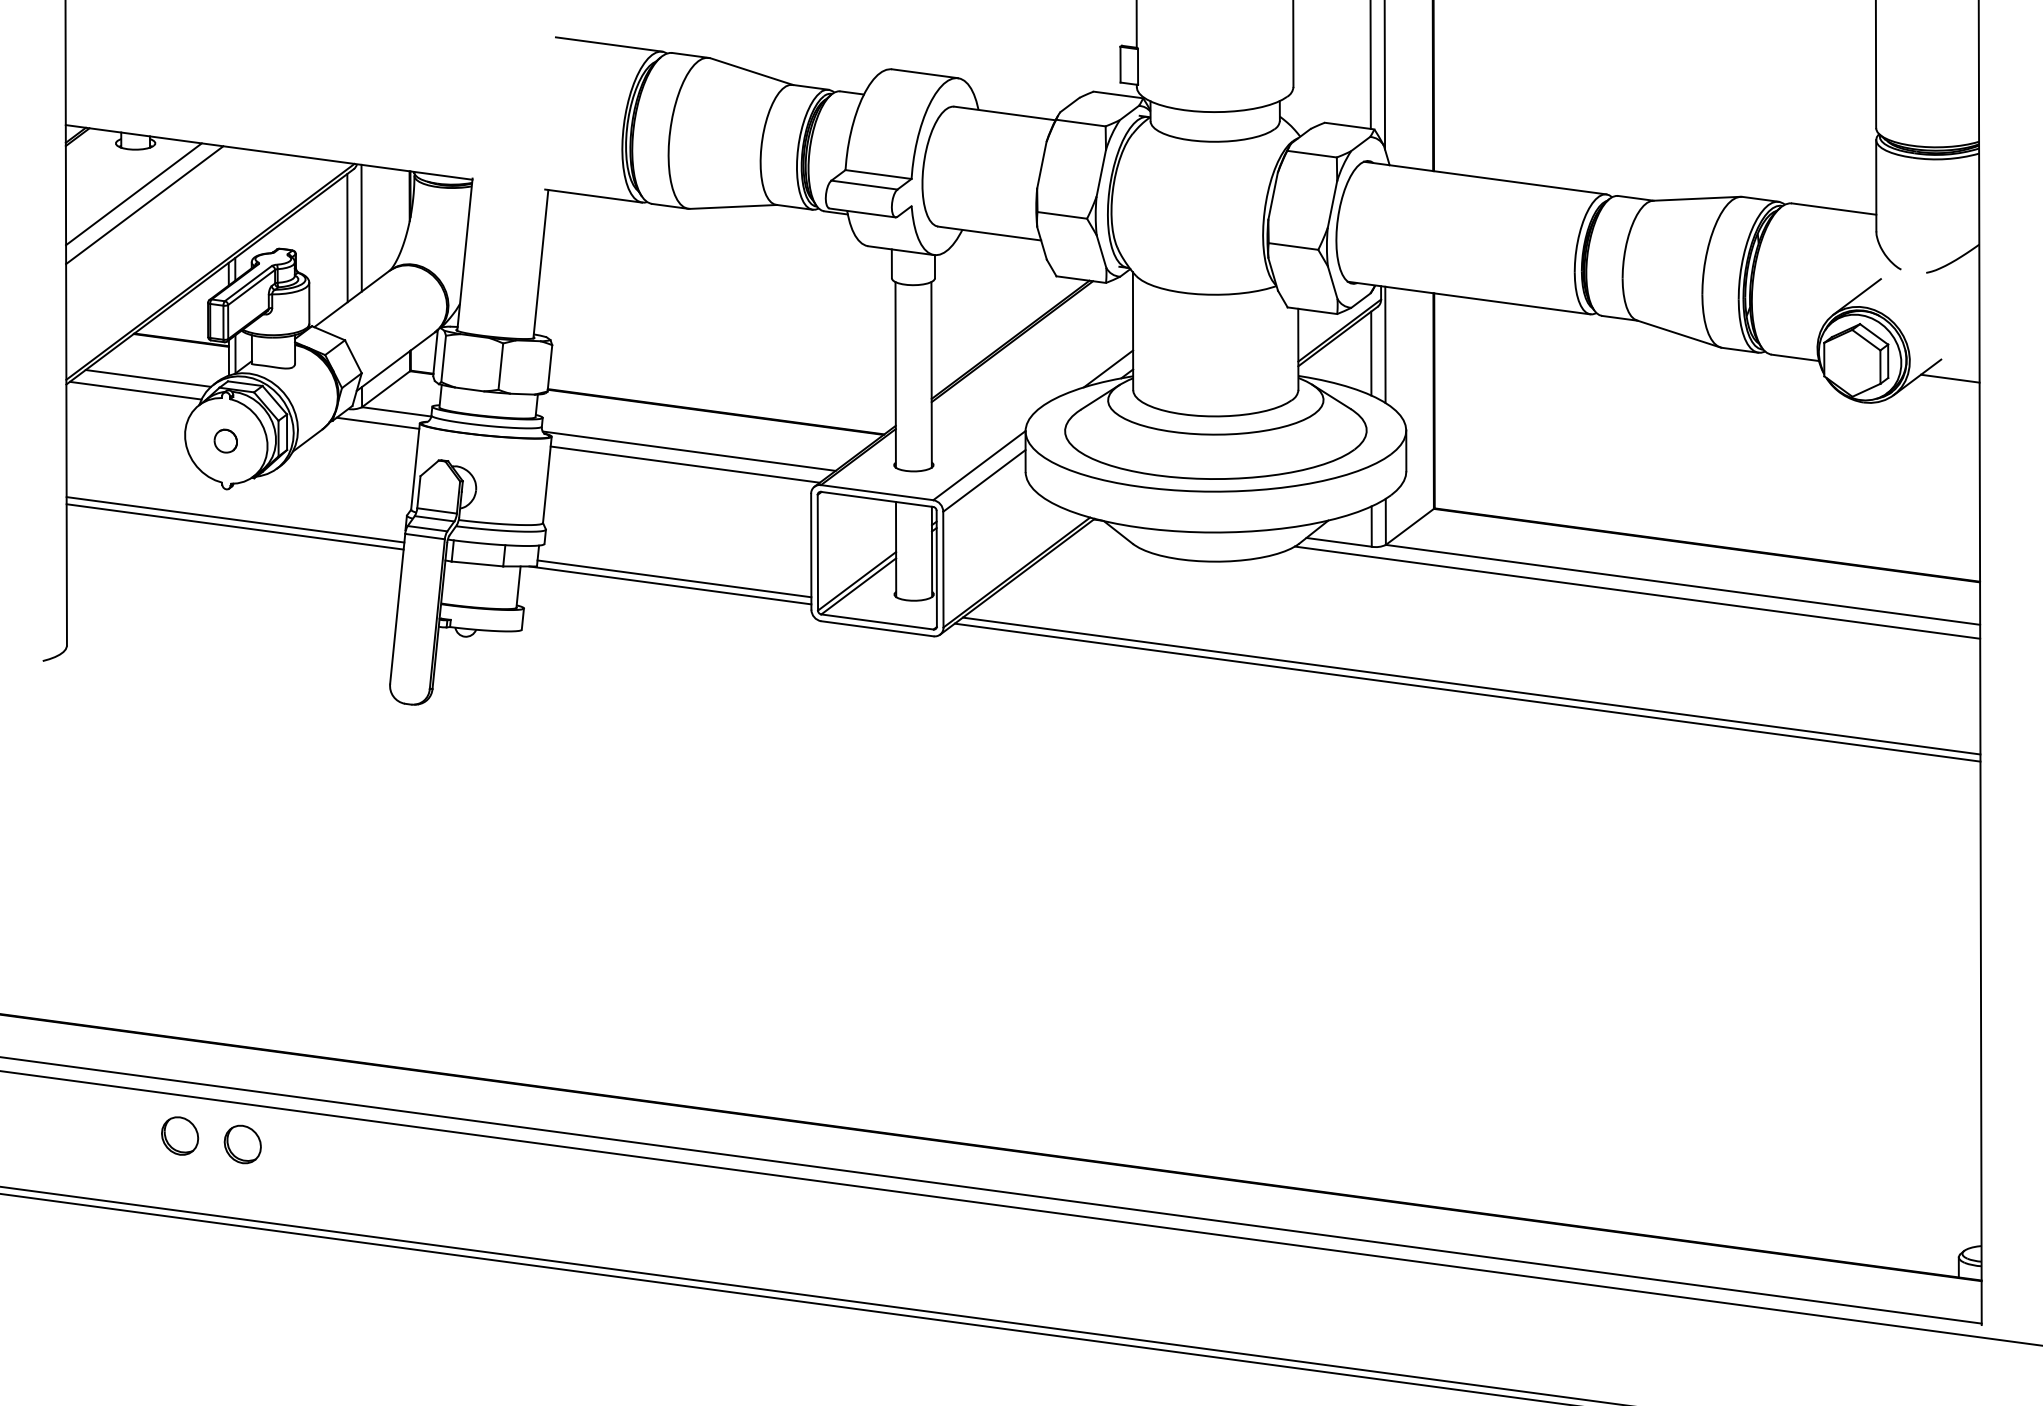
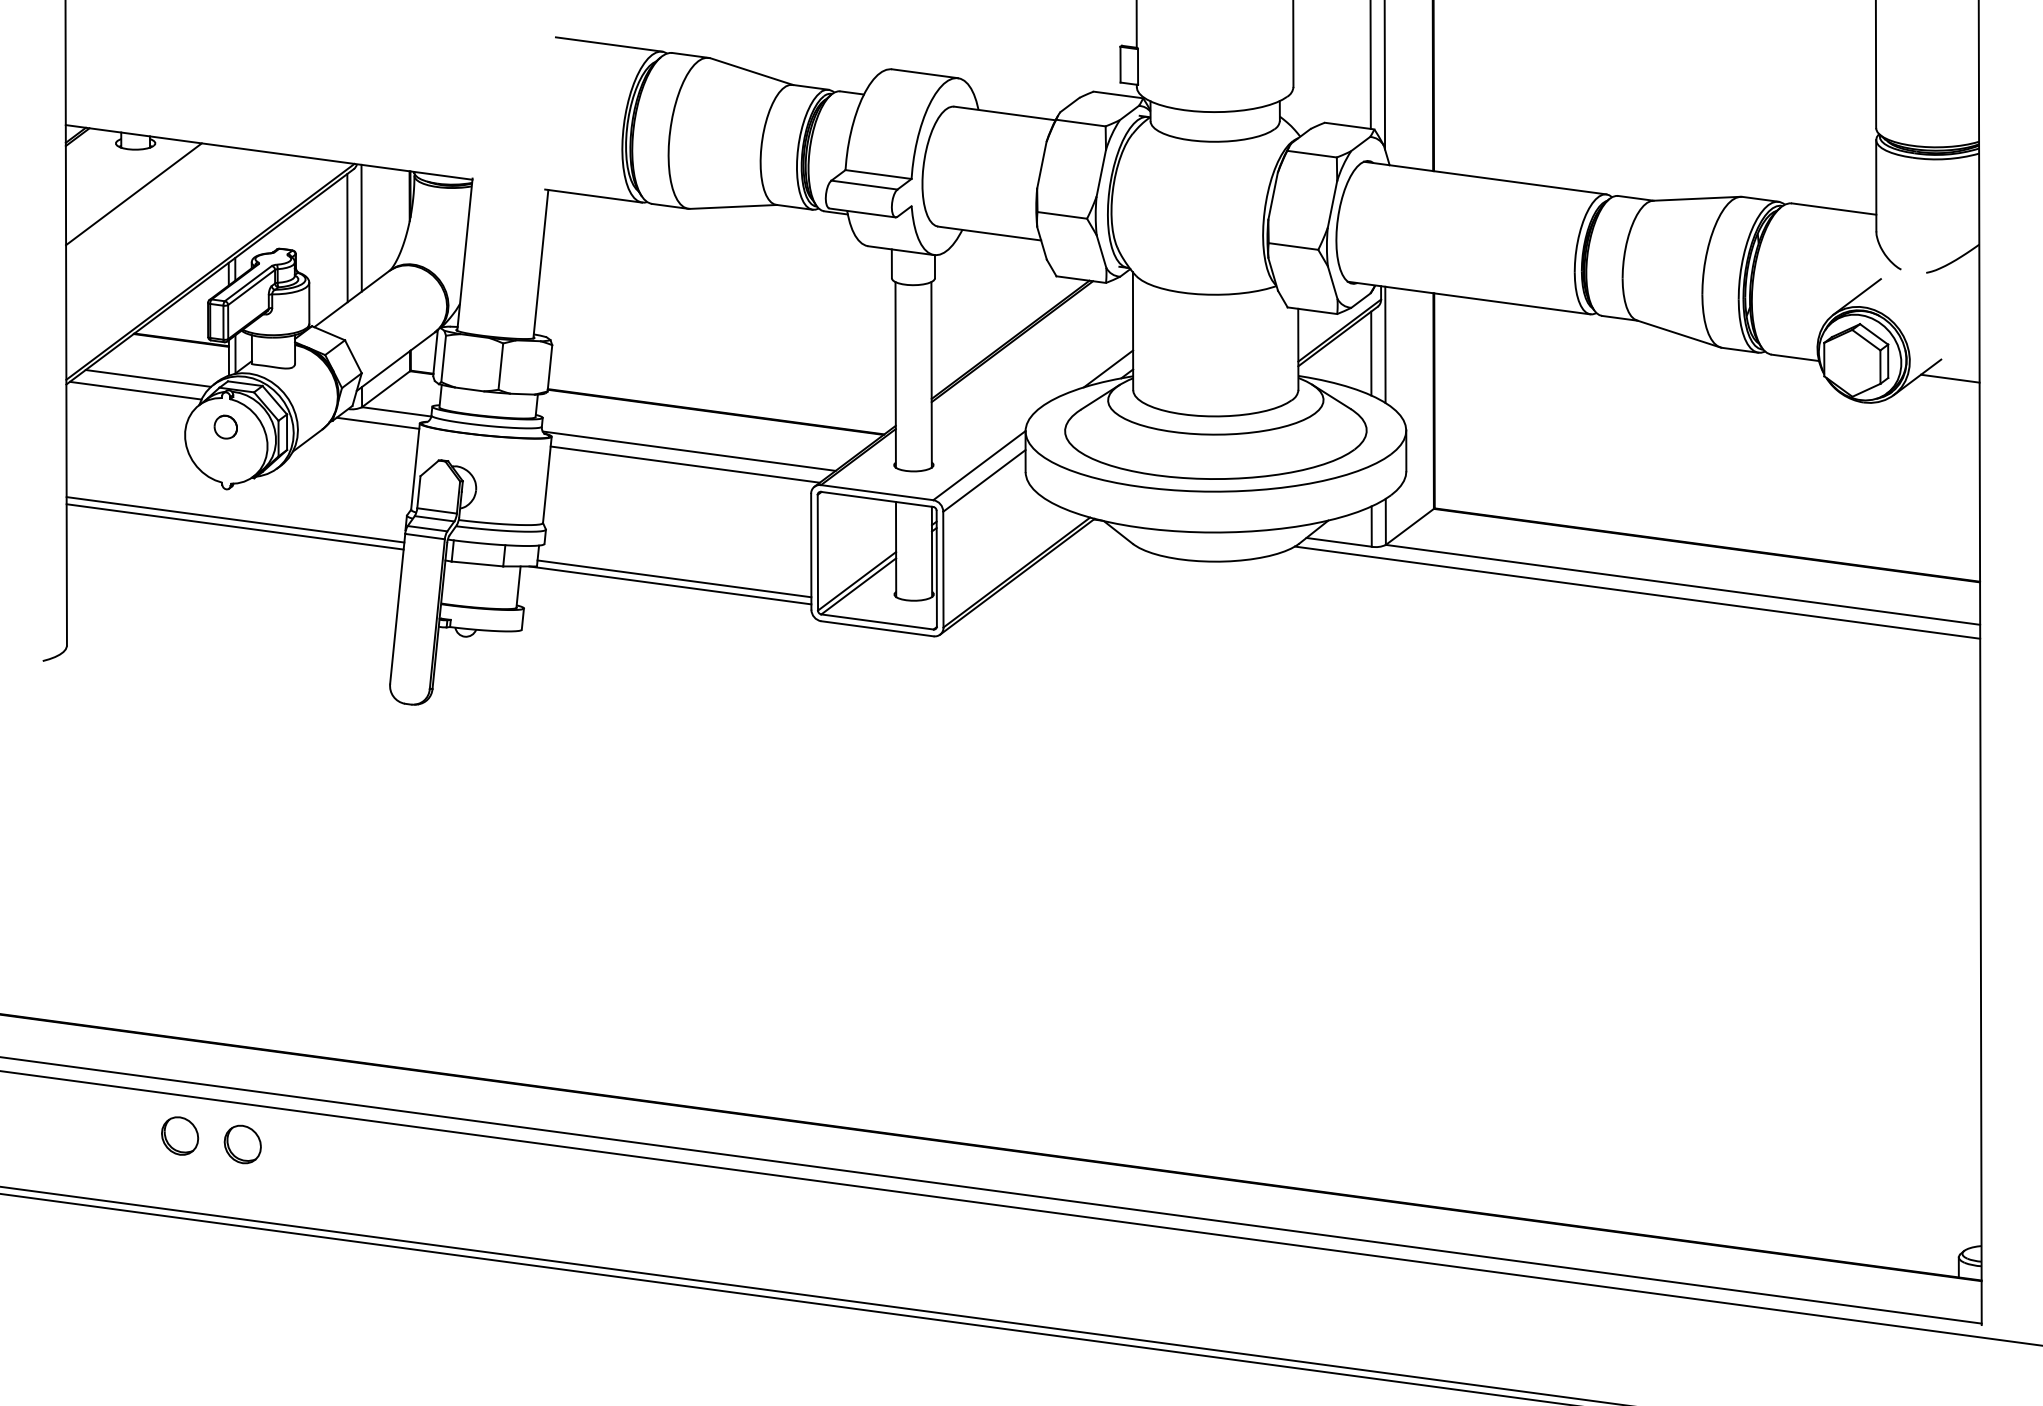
line at (144, 205): present -> none
part at (225, 440) position: (225, 440) -> (225, 426)
line at (1471, 685): present -> none
line at (1467, 692): present -> none
